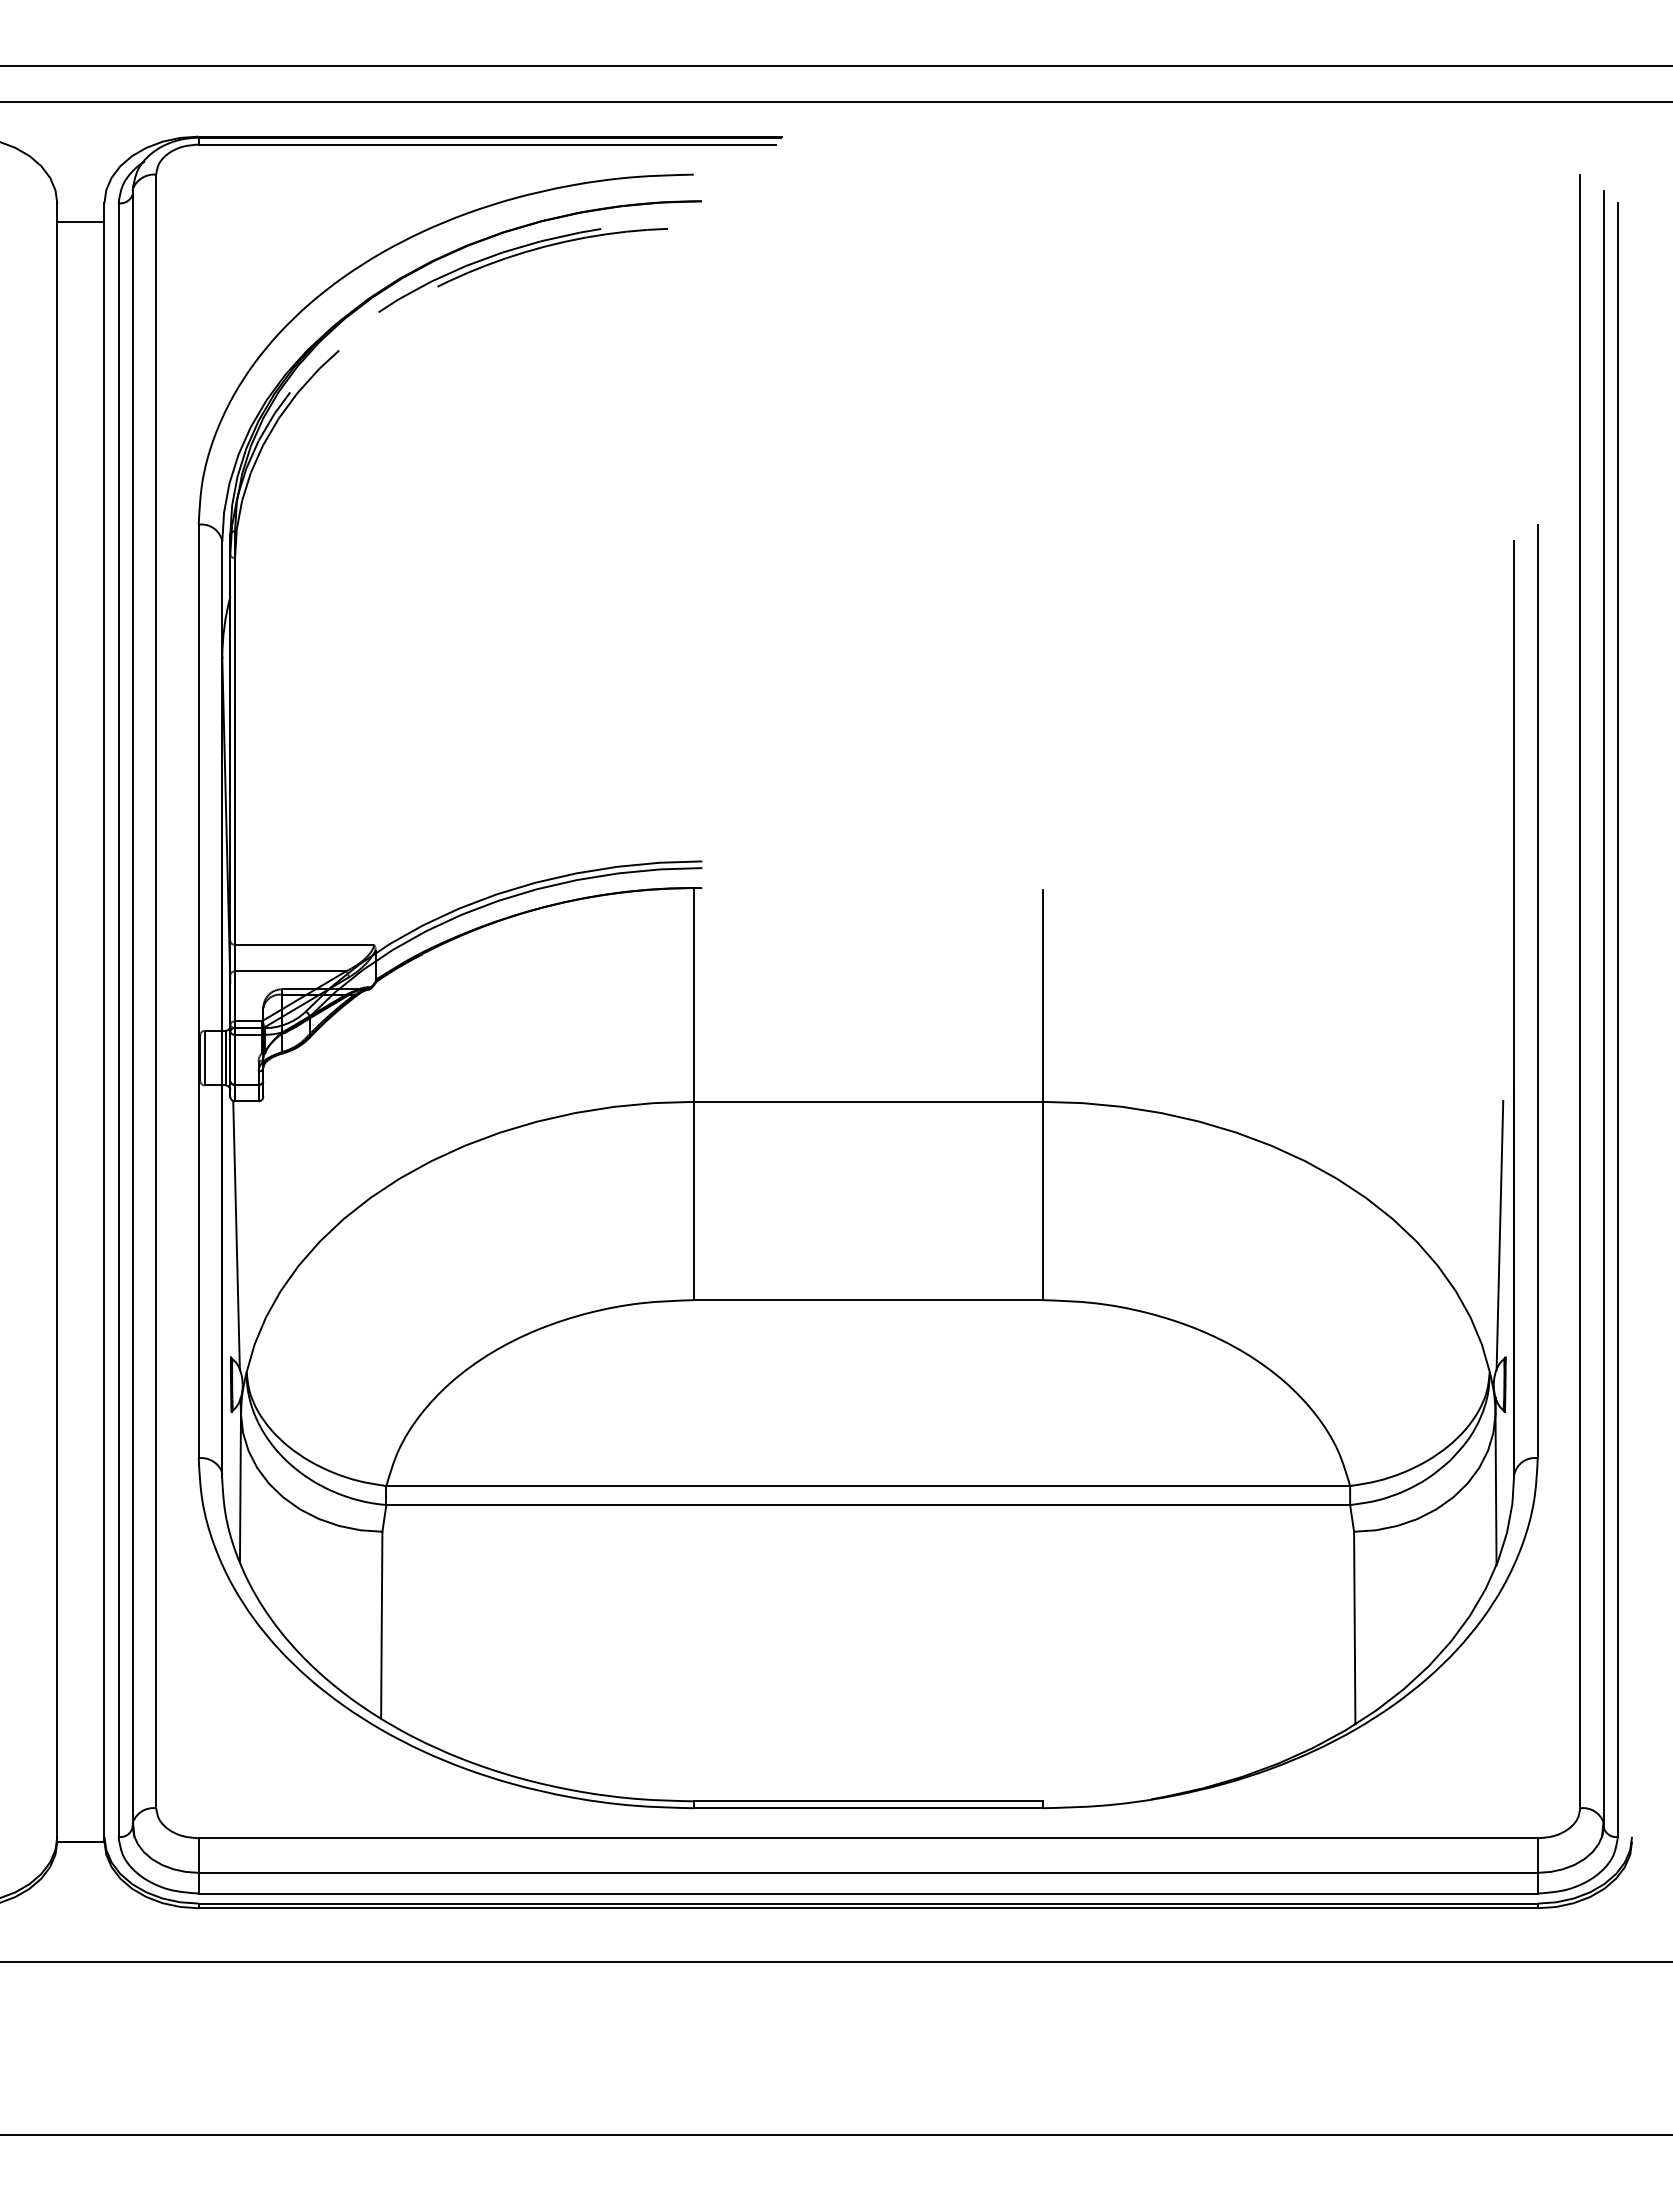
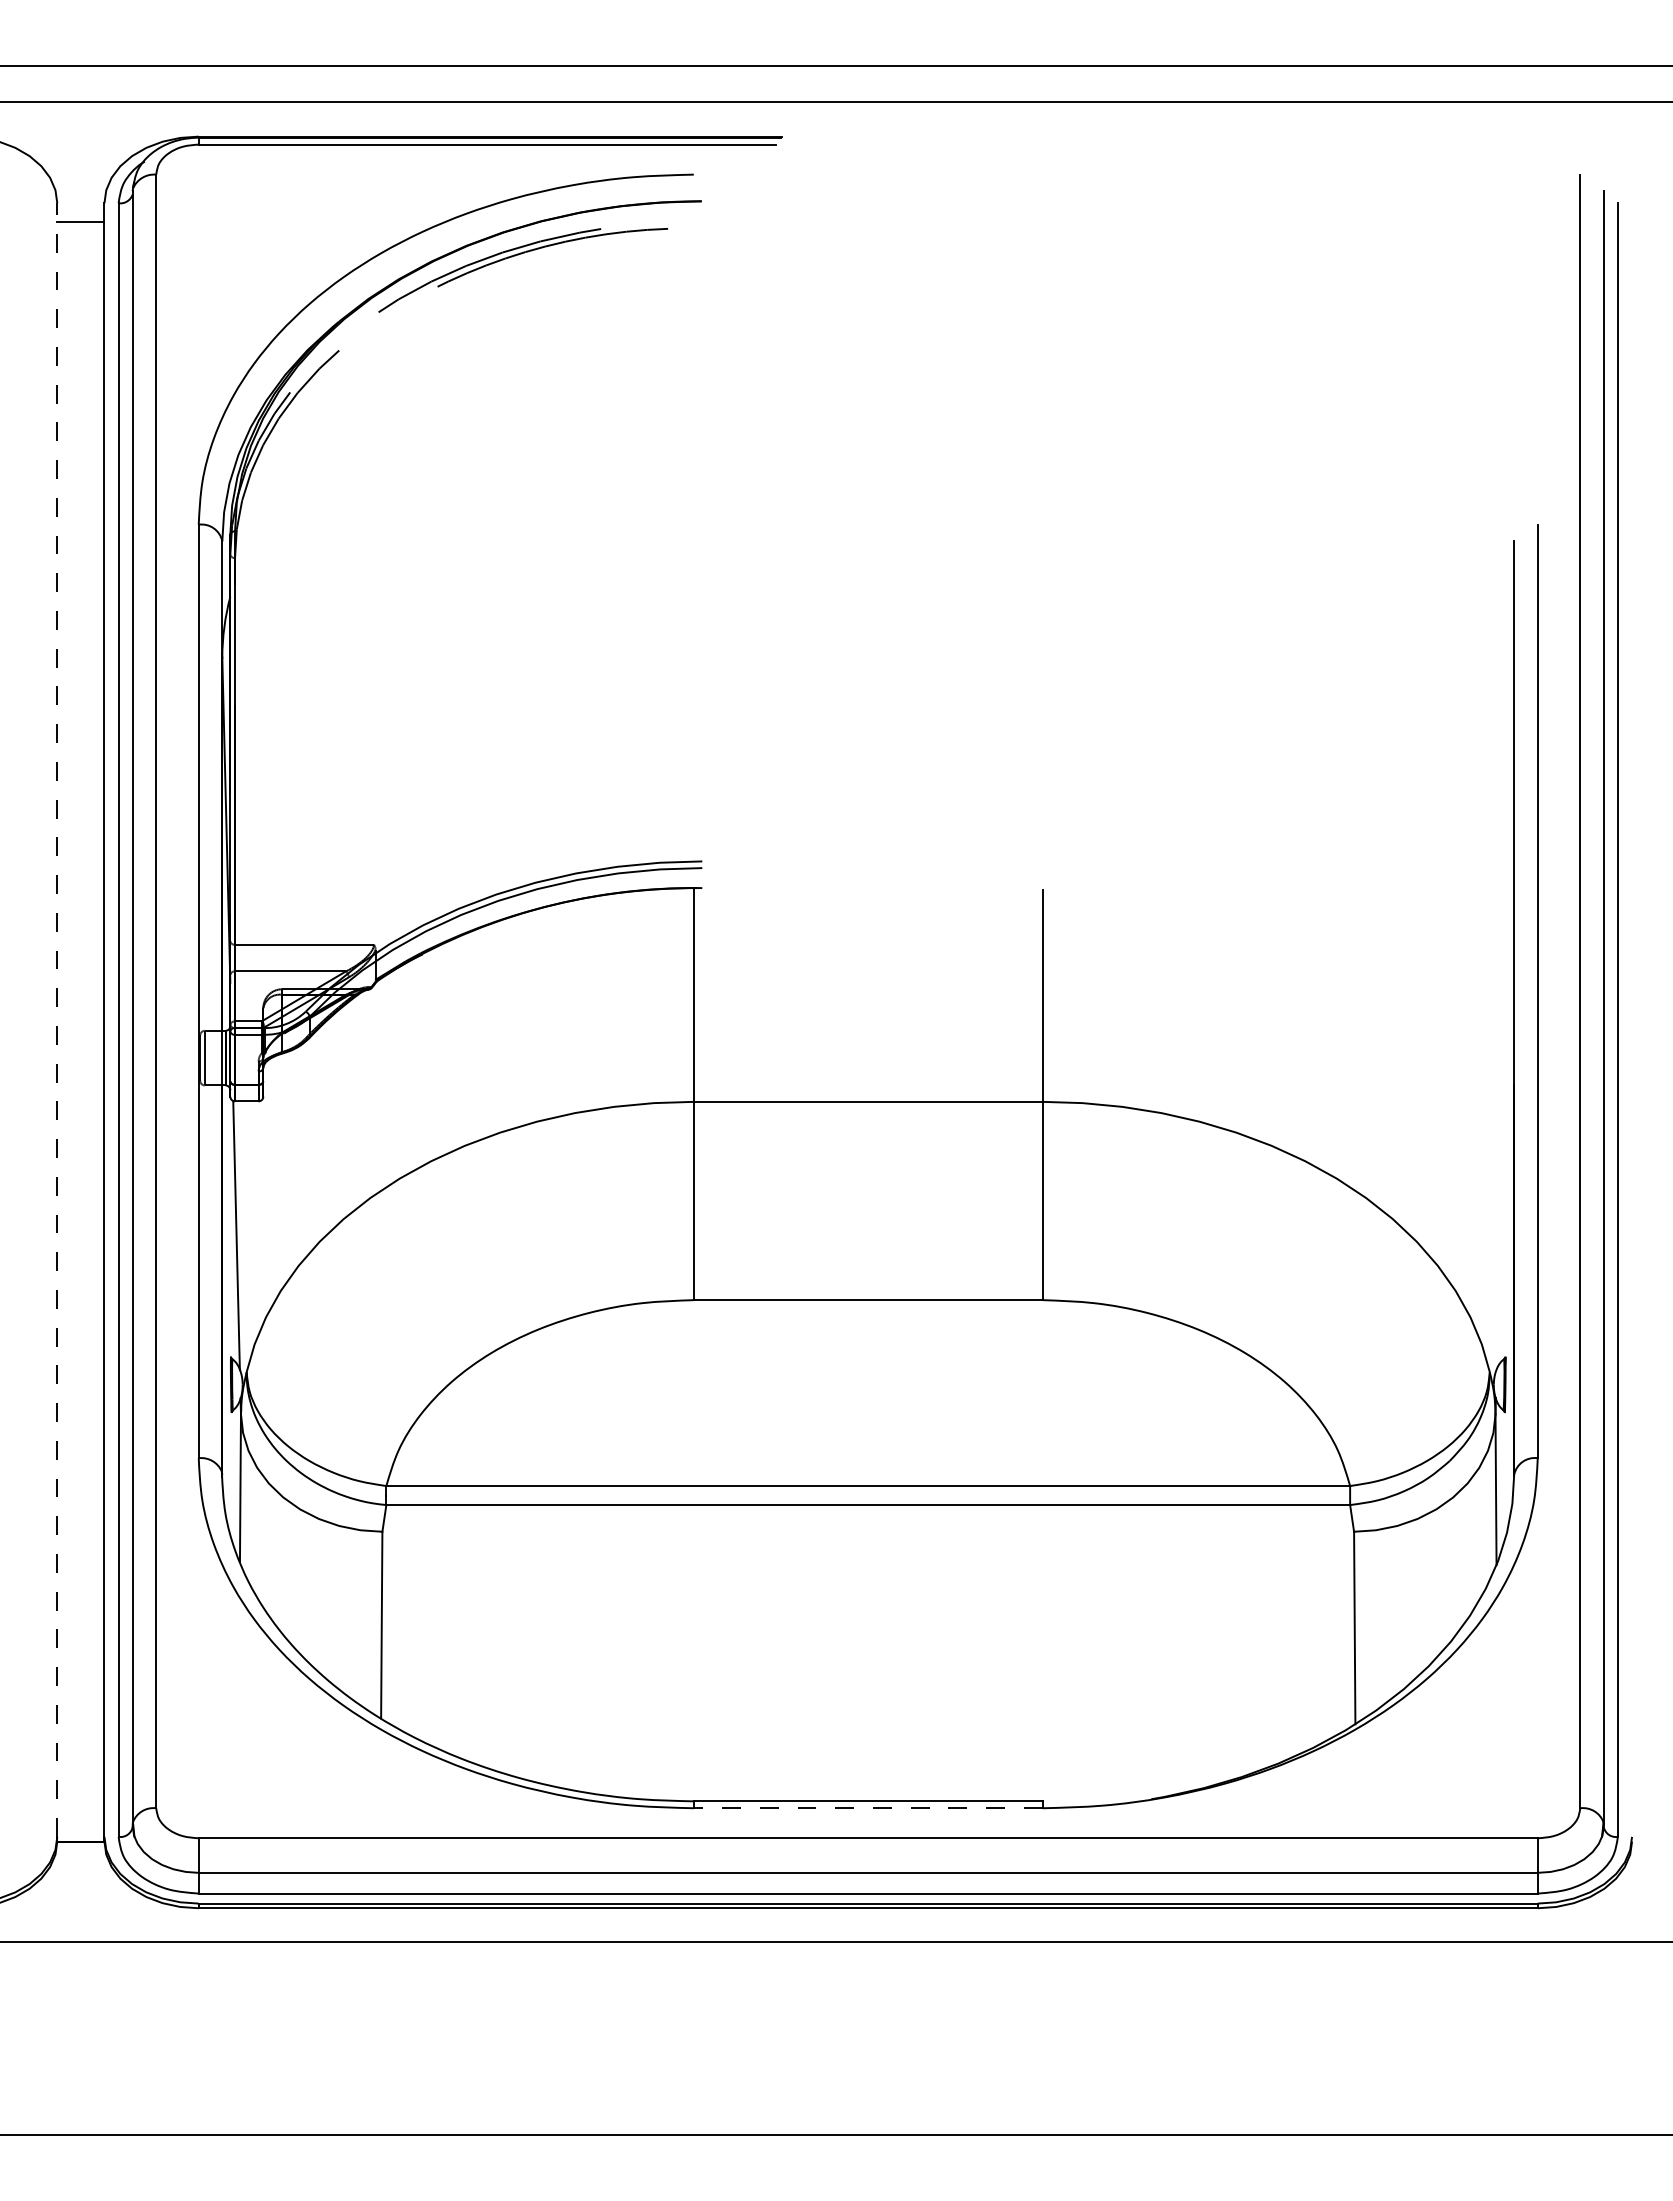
line at (57, 1020): solid -> dashed
line at (1499, 1235): present -> none
line at (867, 1808): solid -> dashed
line at (835, 1961) position: (835, 1961) -> (835, 1941)
